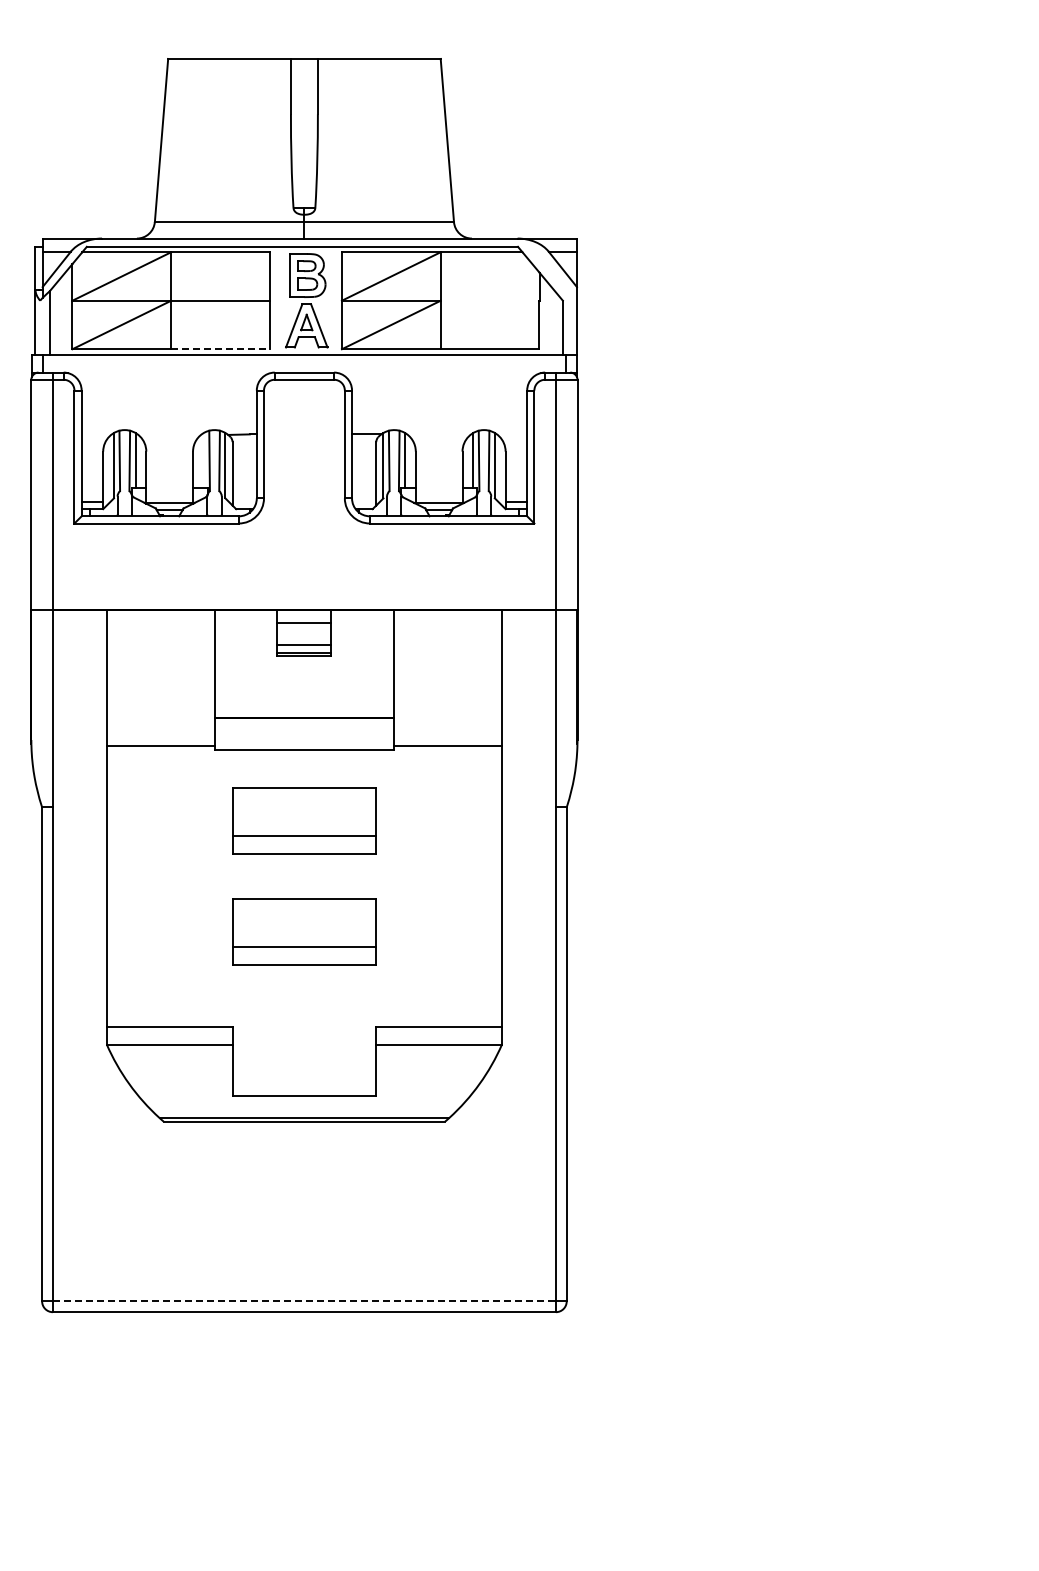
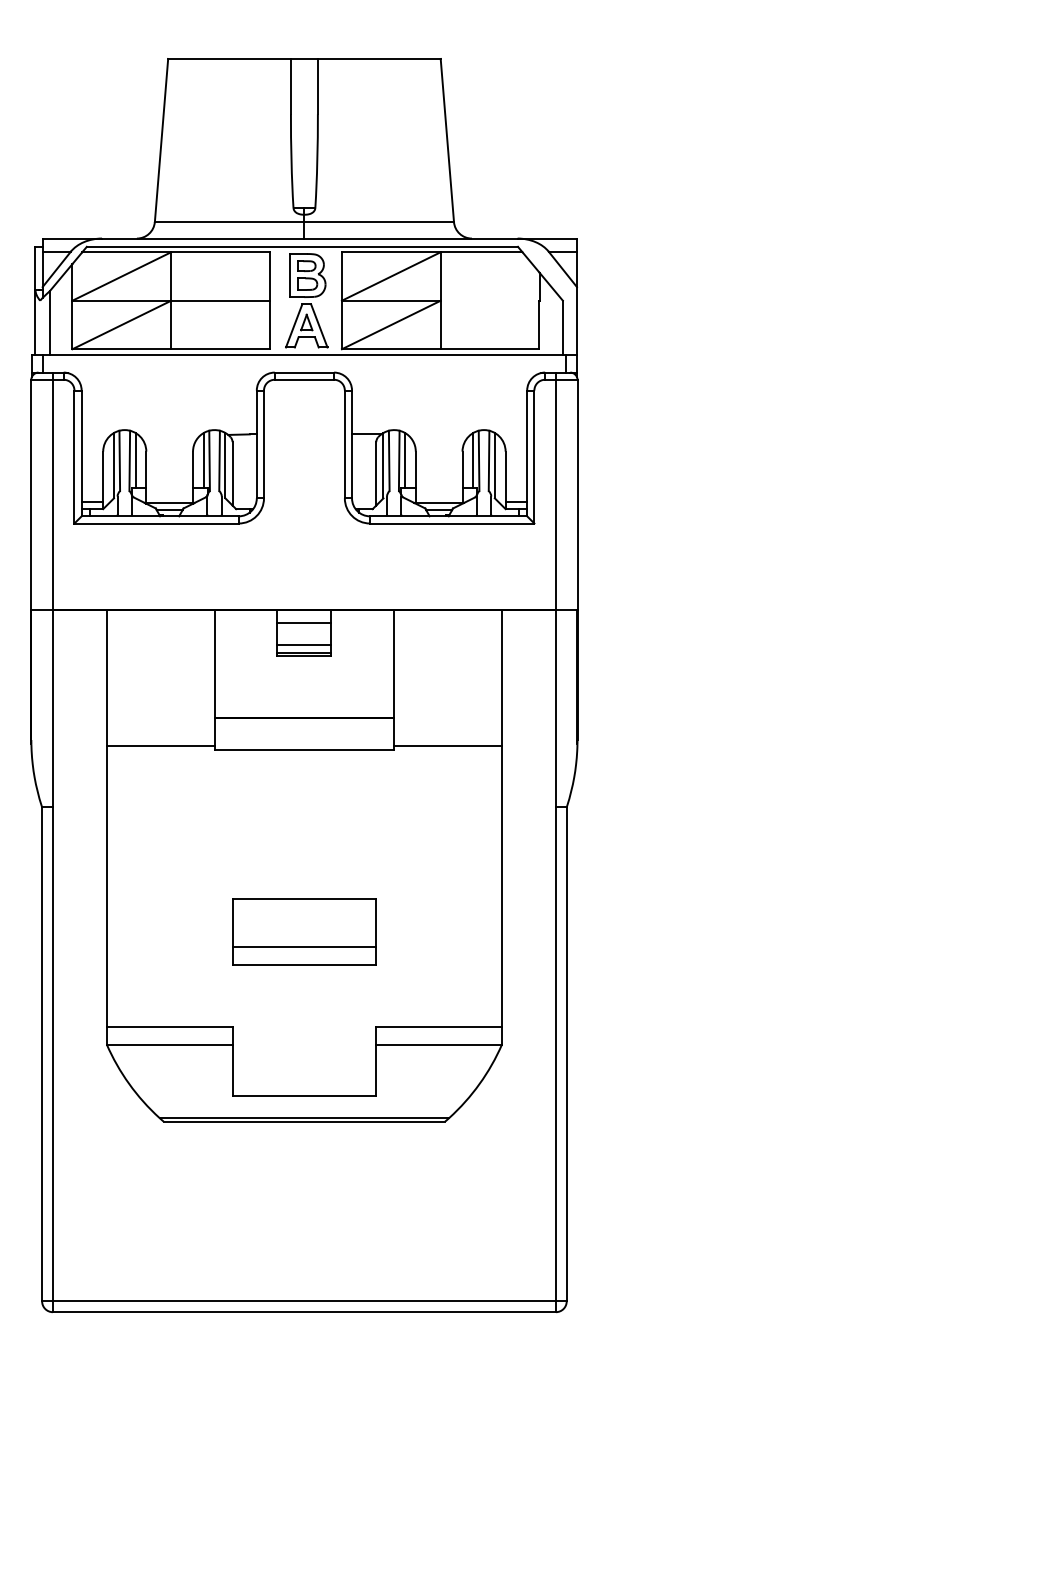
line at (221, 349): dashed -> solid
line at (203, 459): none -> present
part at (304, 820): present -> none
line at (304, 1301): dashed -> solid
